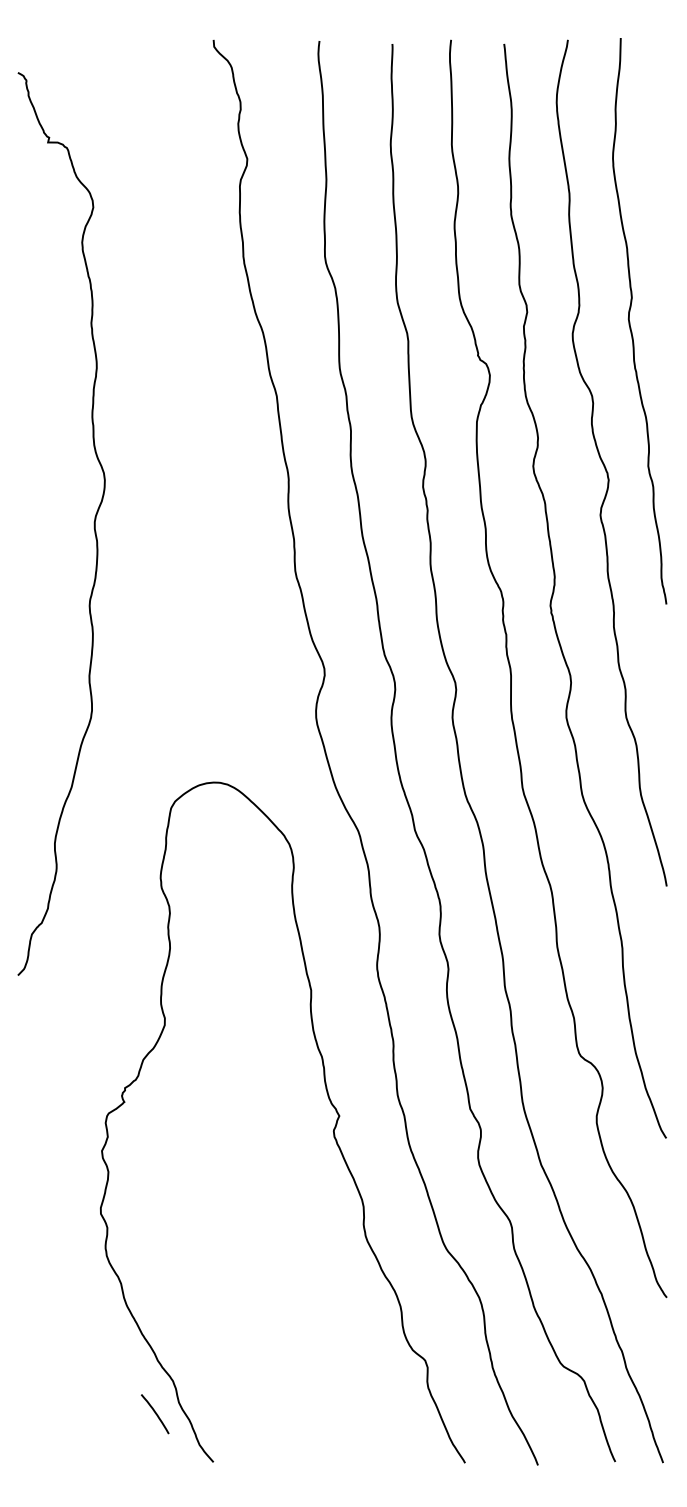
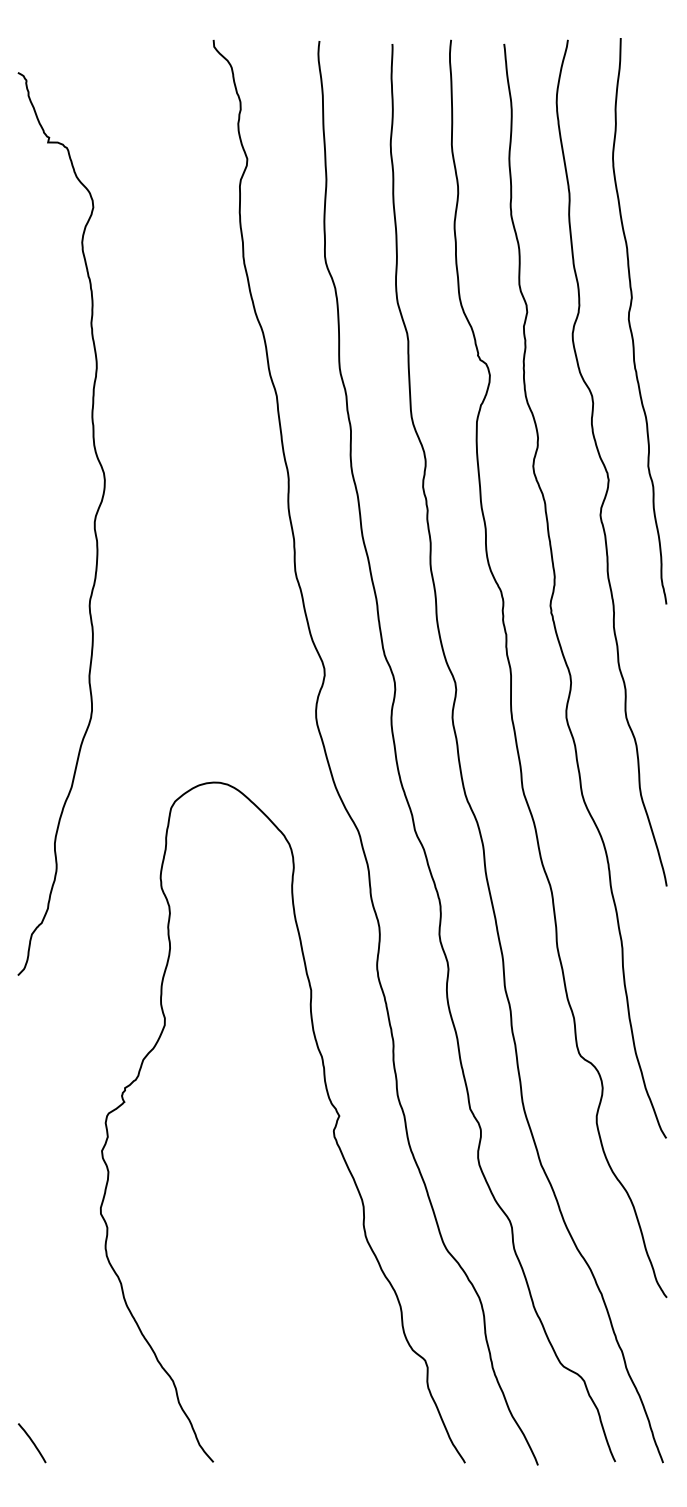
curve at (154, 1413) position: (154, 1413) -> (31, 1442)
